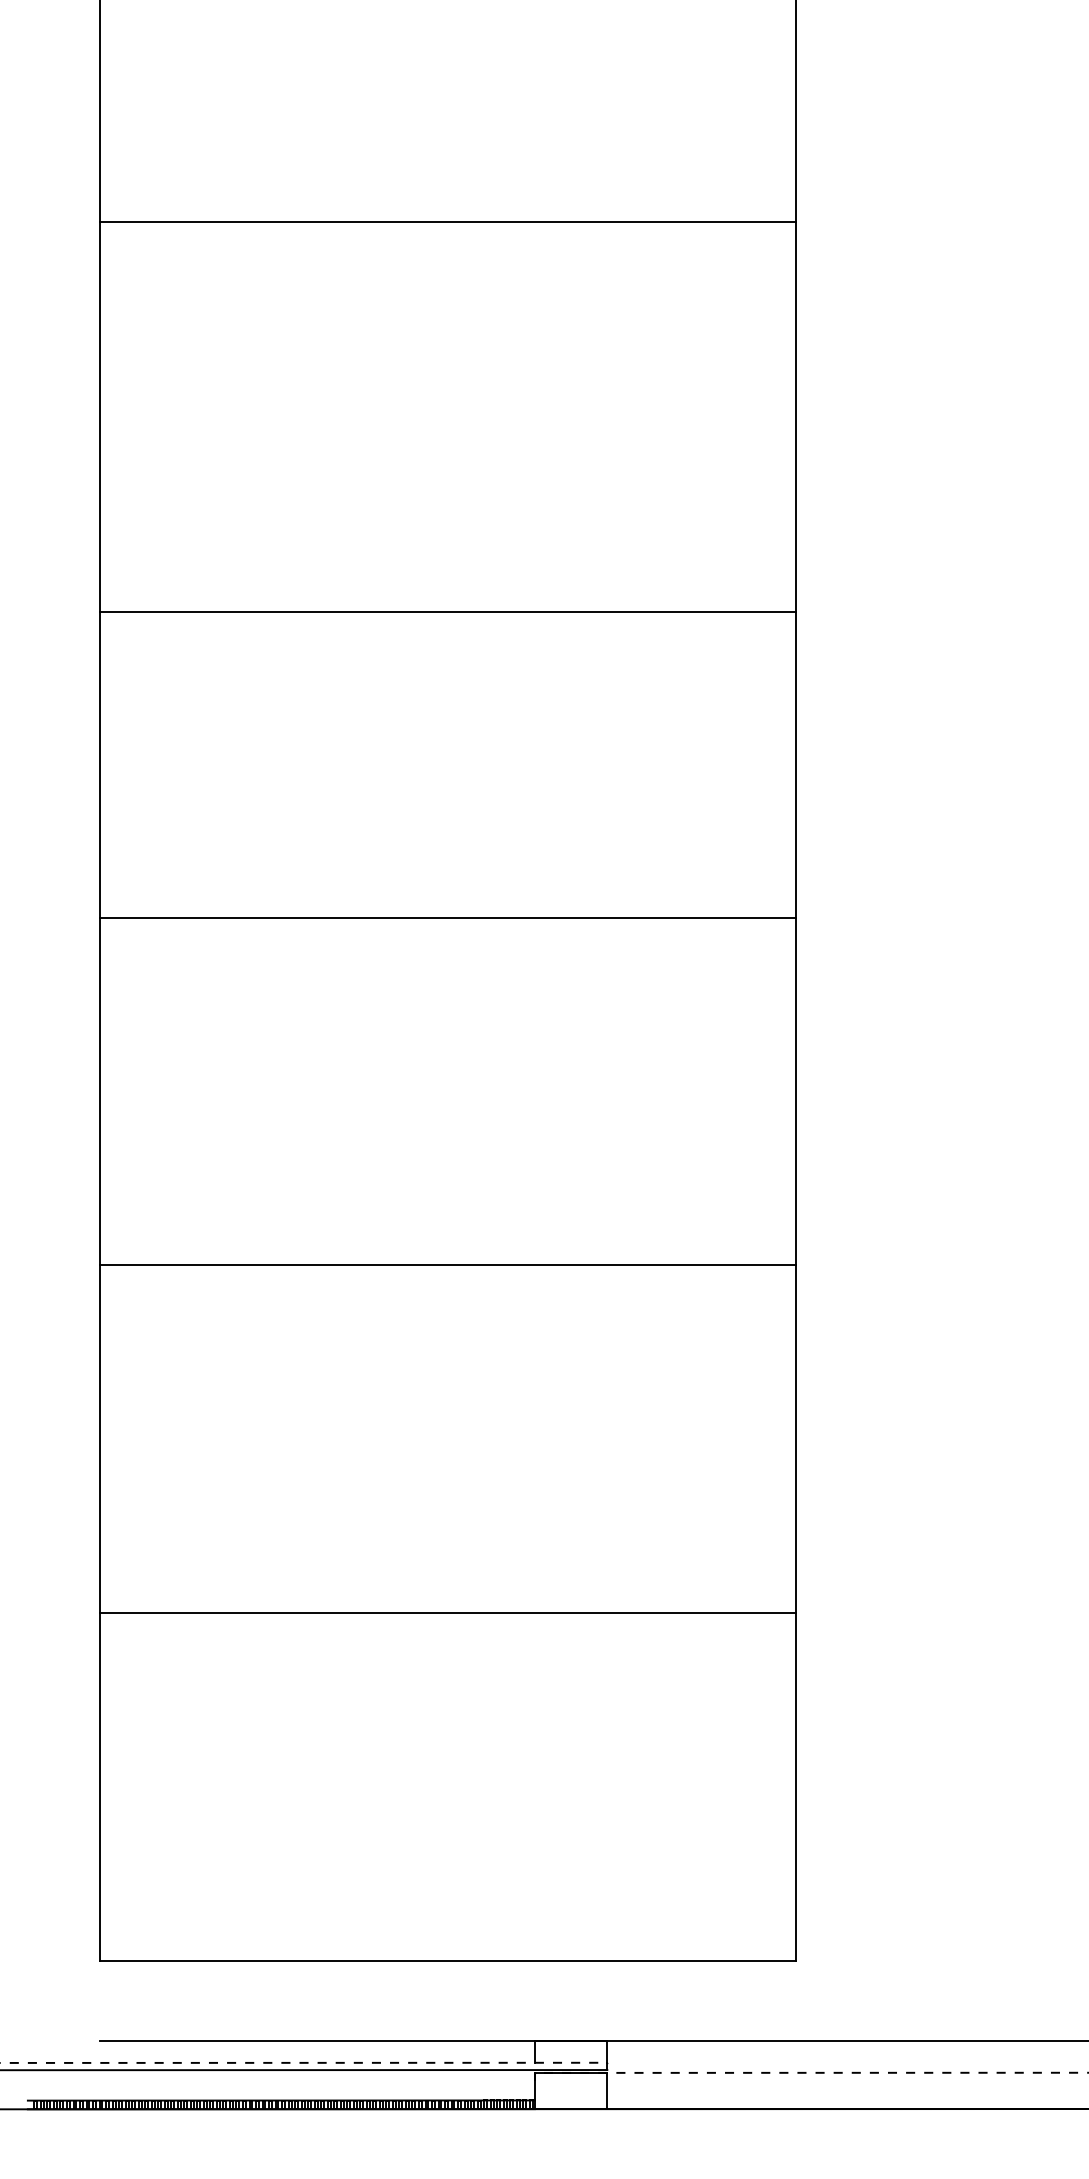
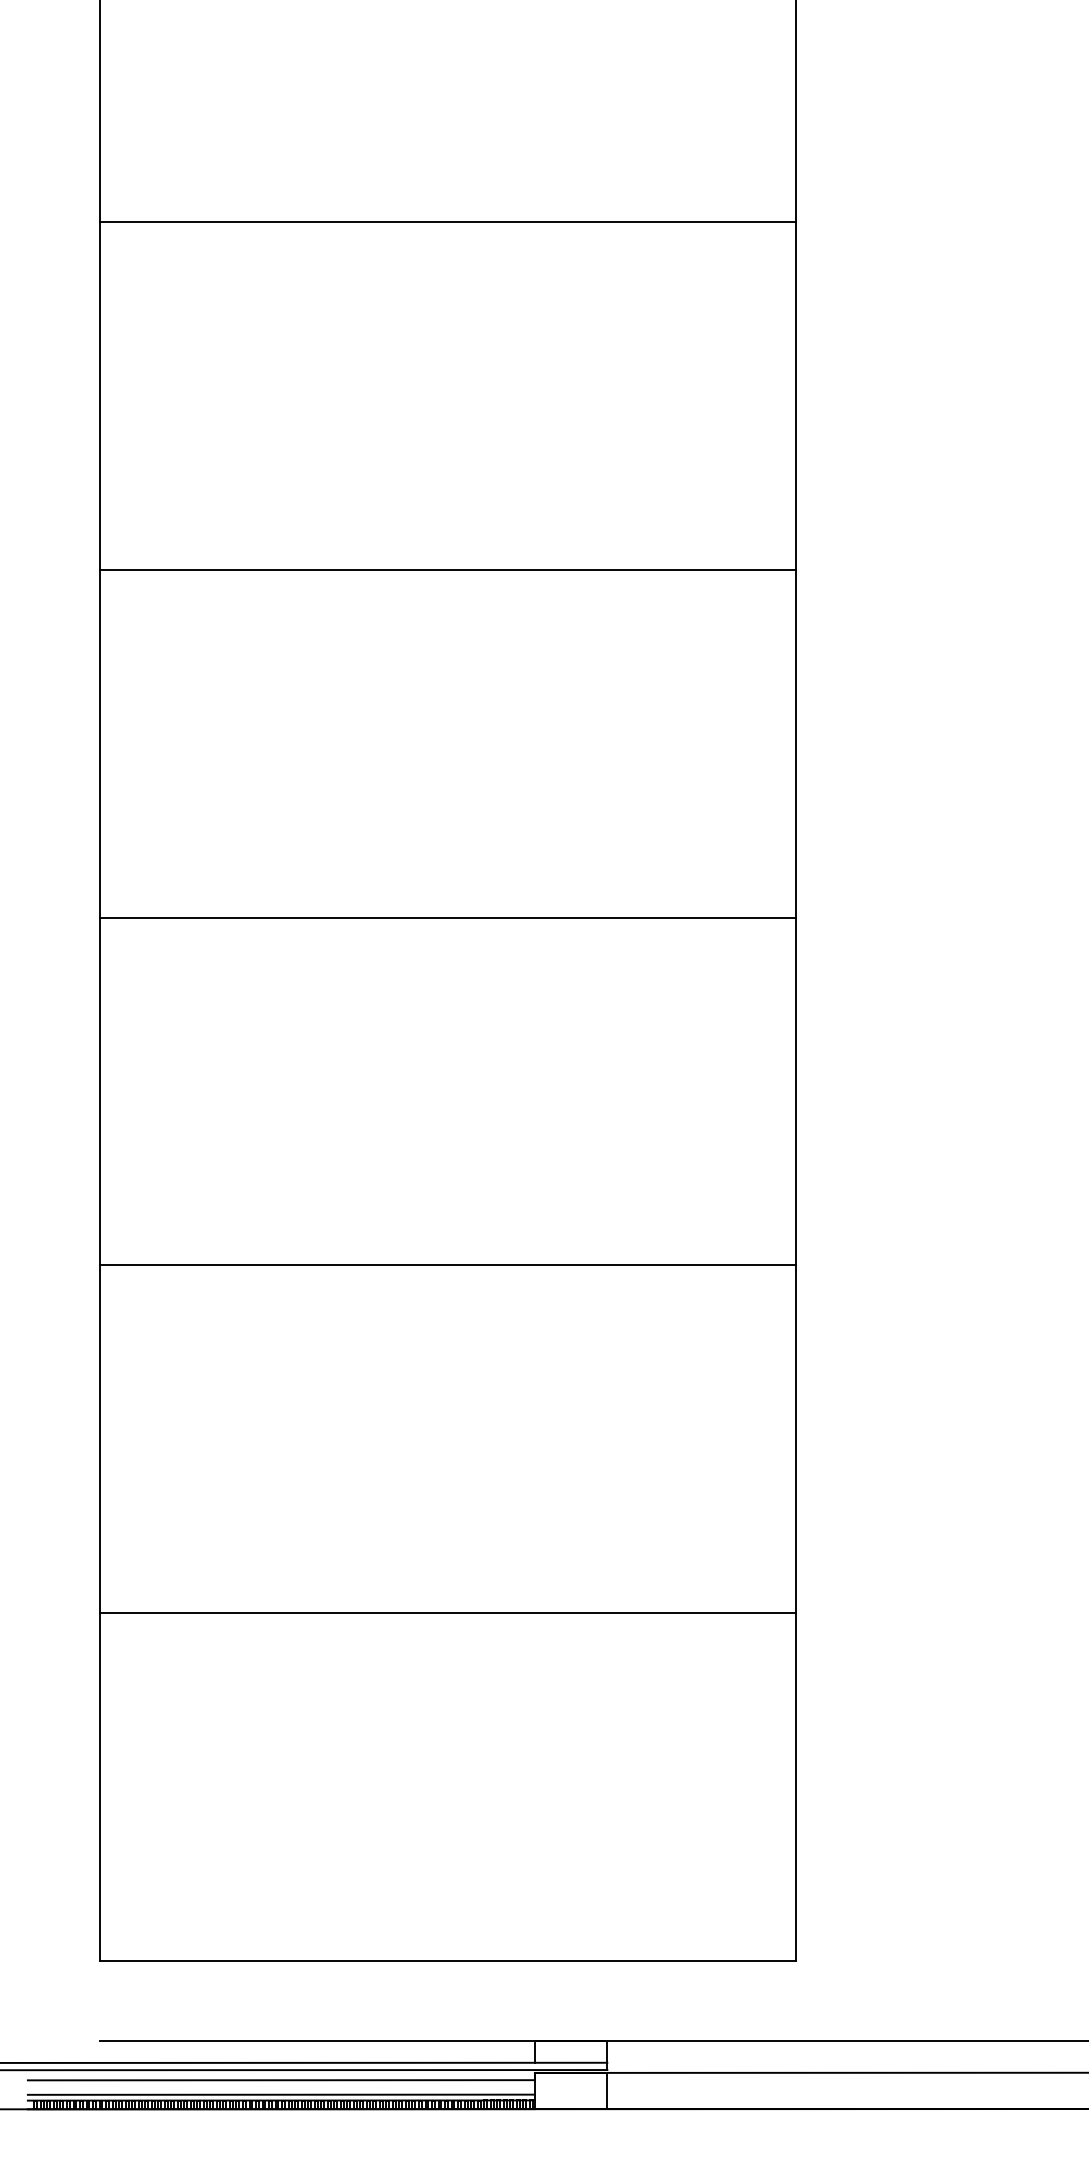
line at (447, 612) position: (447, 612) -> (447, 570)
line at (304, 2062): dashed -> solid
line at (811, 2072): dashed -> solid
line at (280, 2080): none -> present
line at (280, 2094): none -> present
